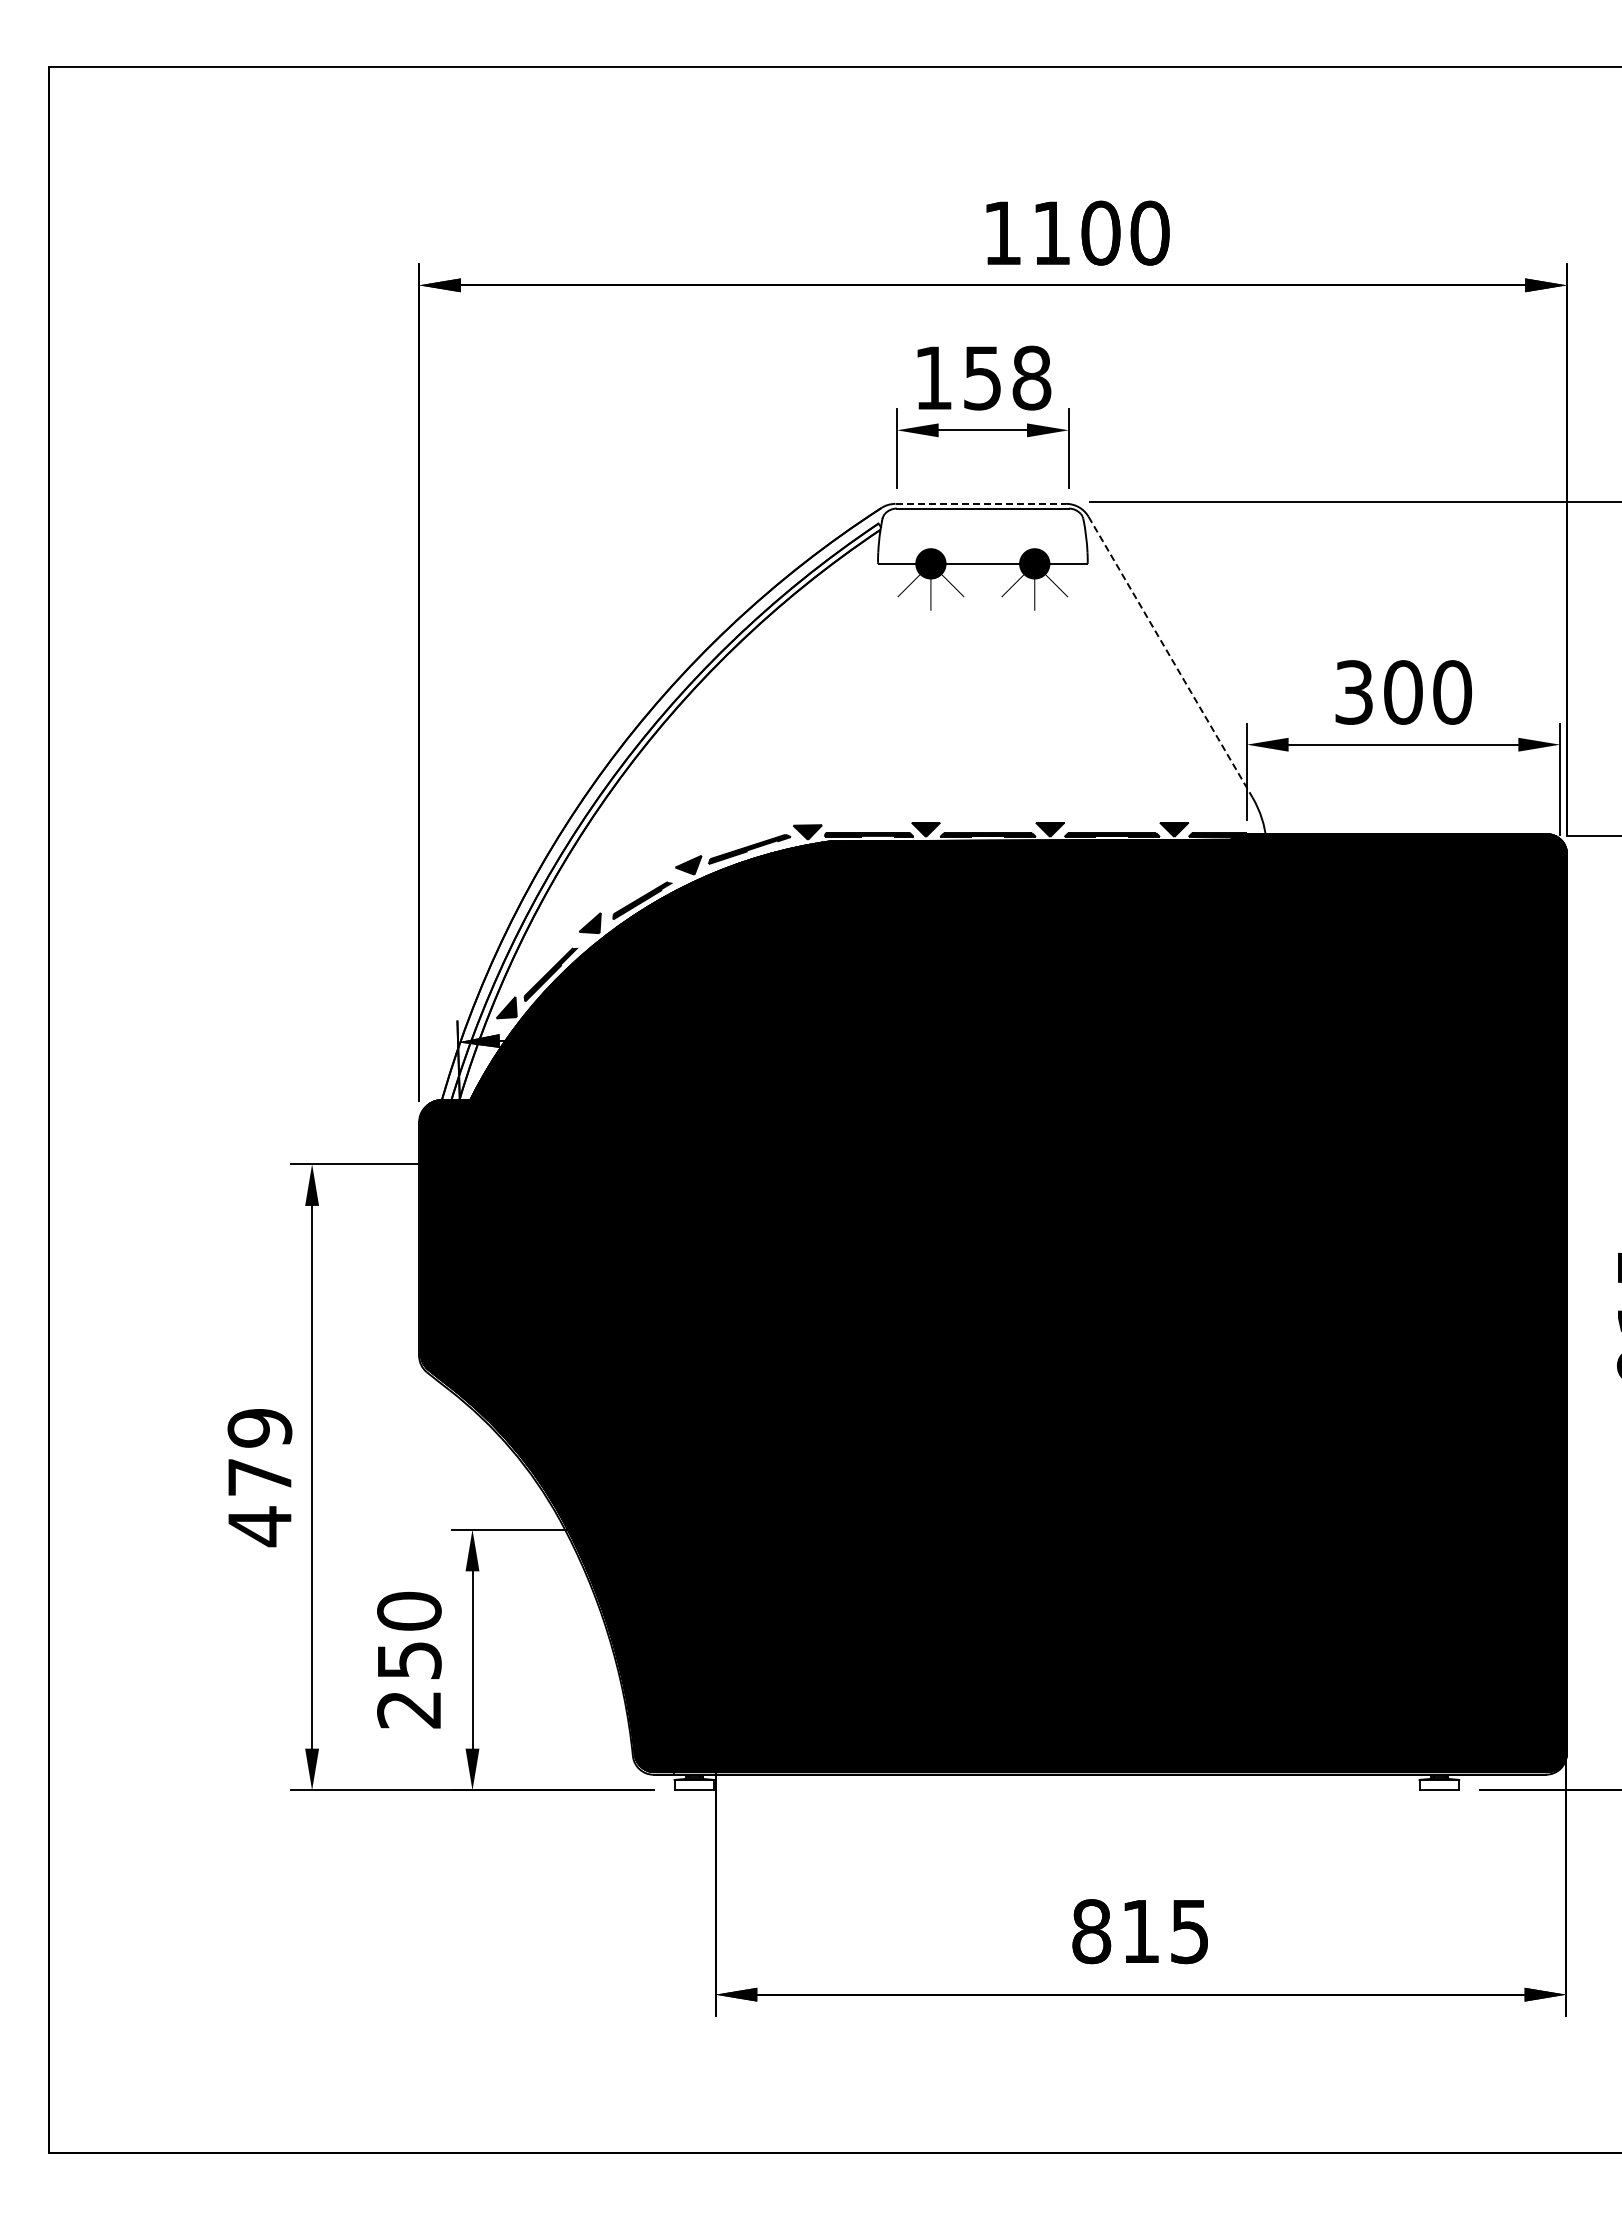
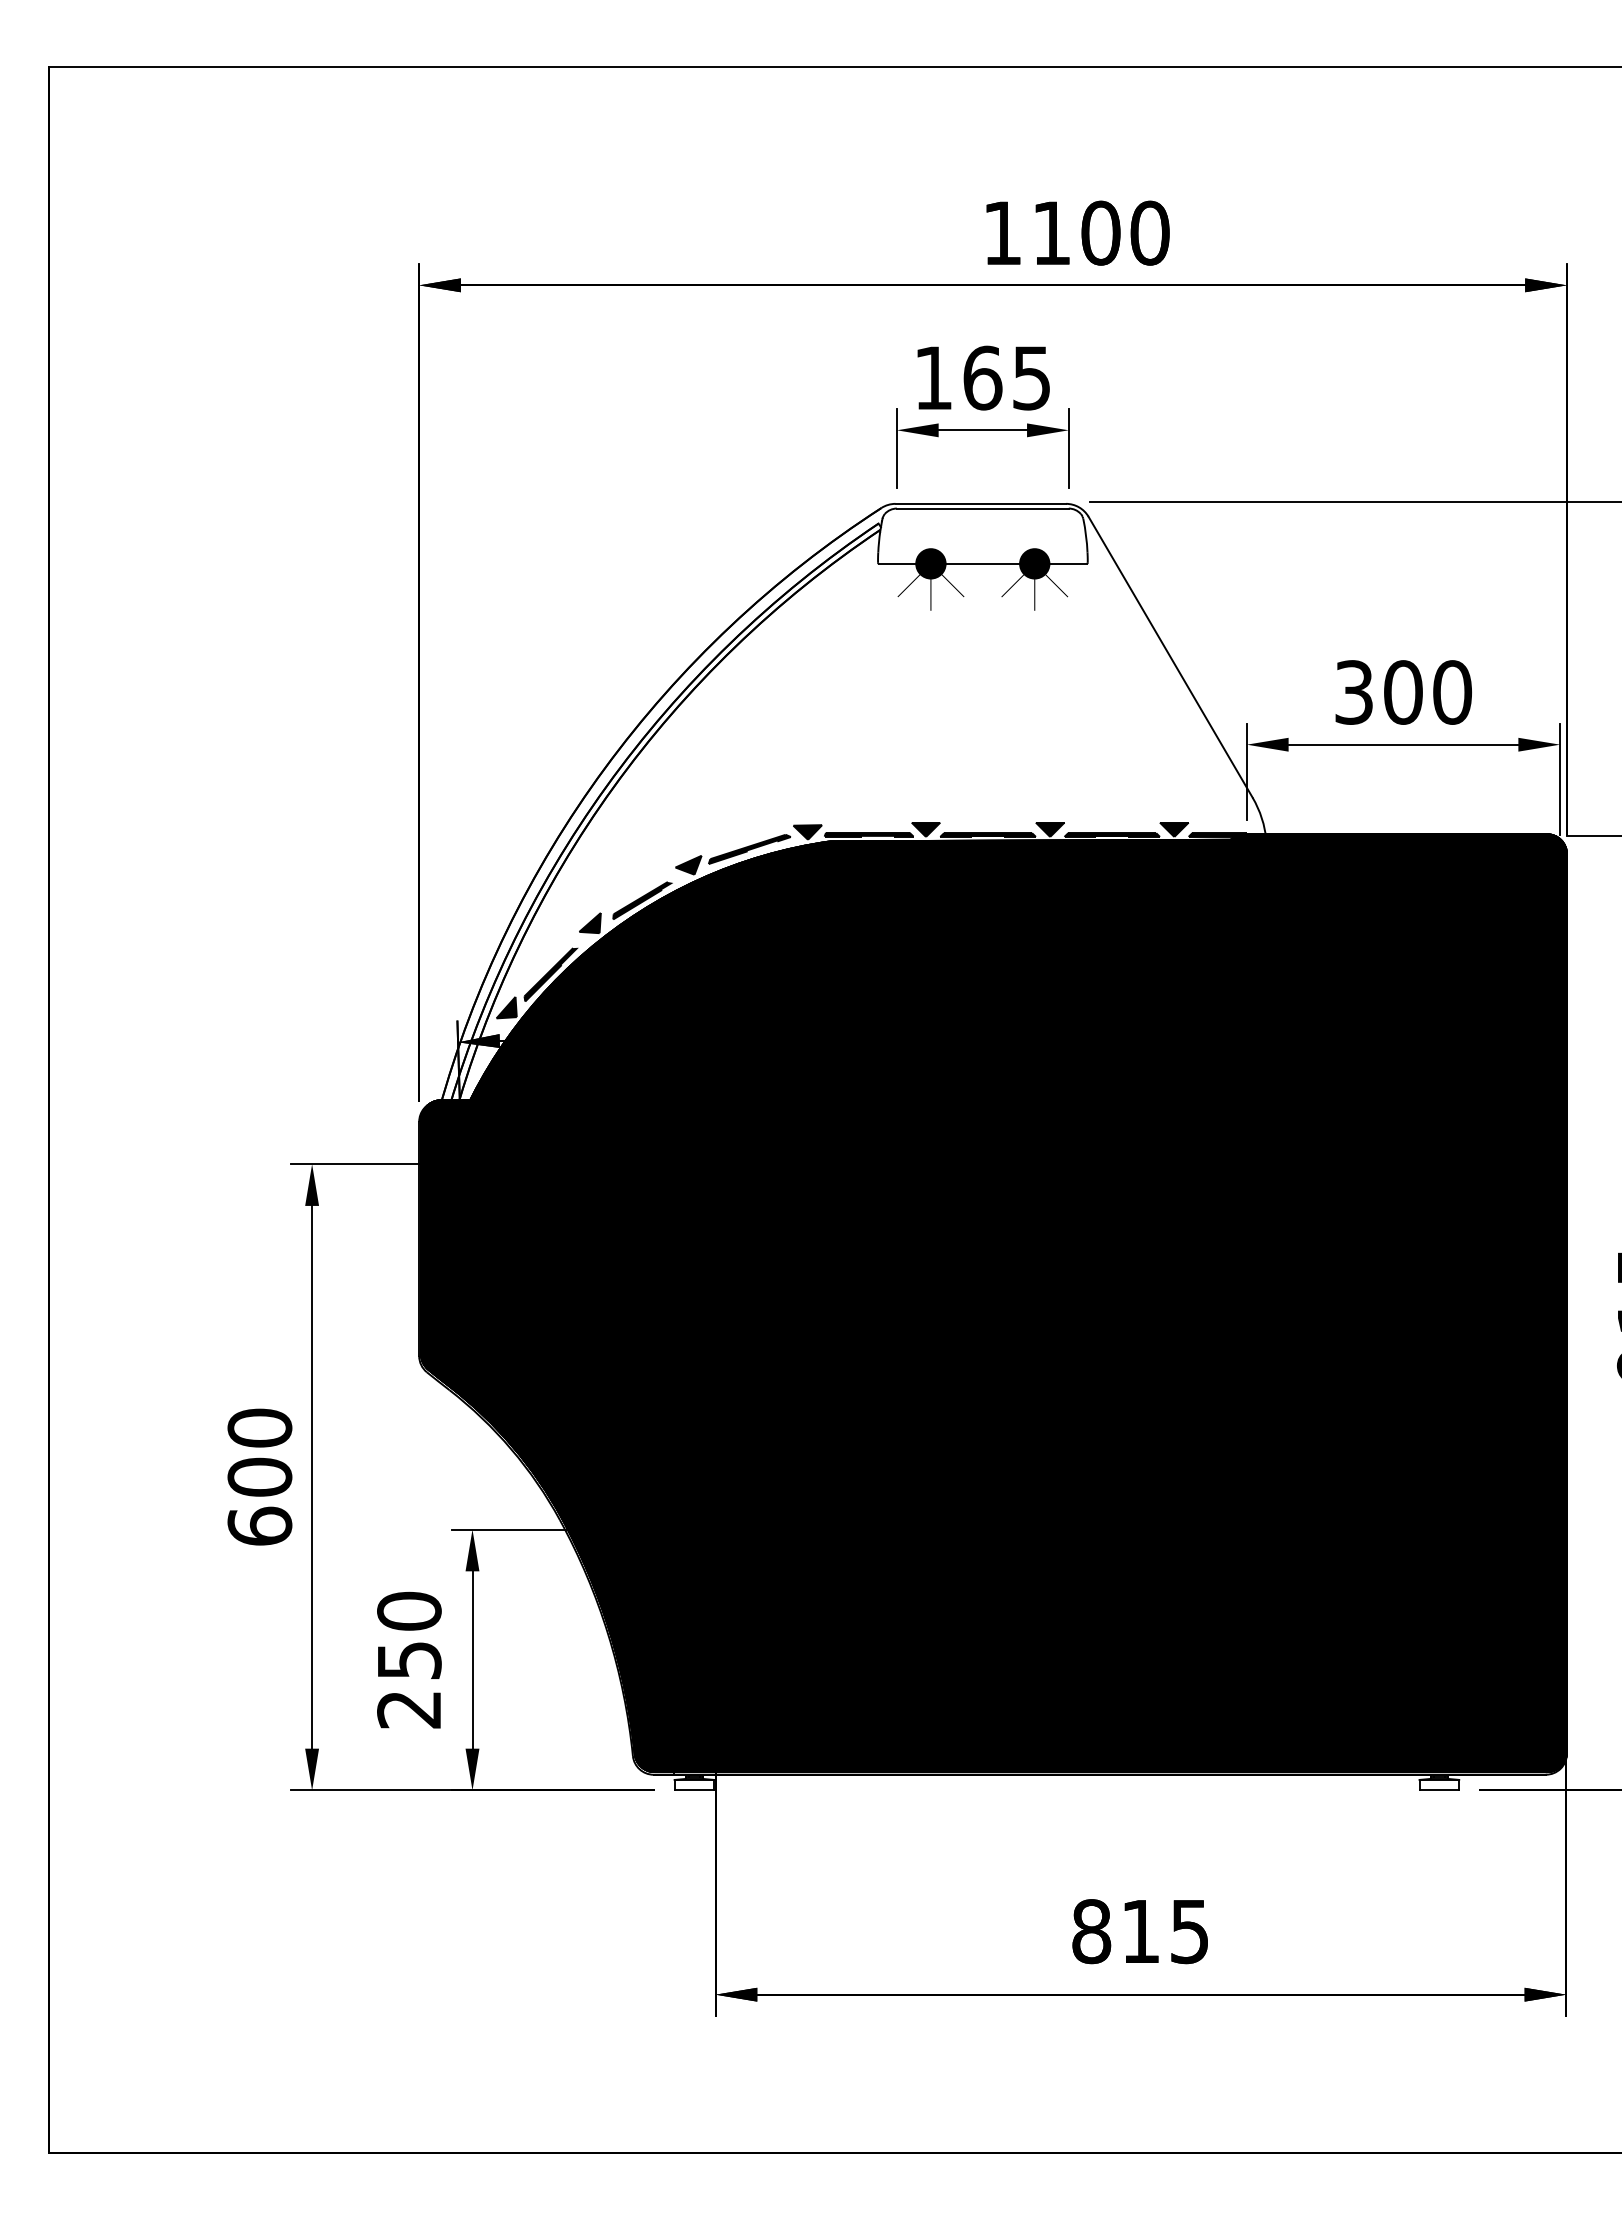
text at (1007, 377): 158 -> 165
line at (981, 503): dashed -> solid
line at (1170, 657): dashed -> solid
text at (259, 1477): 479 -> 600
